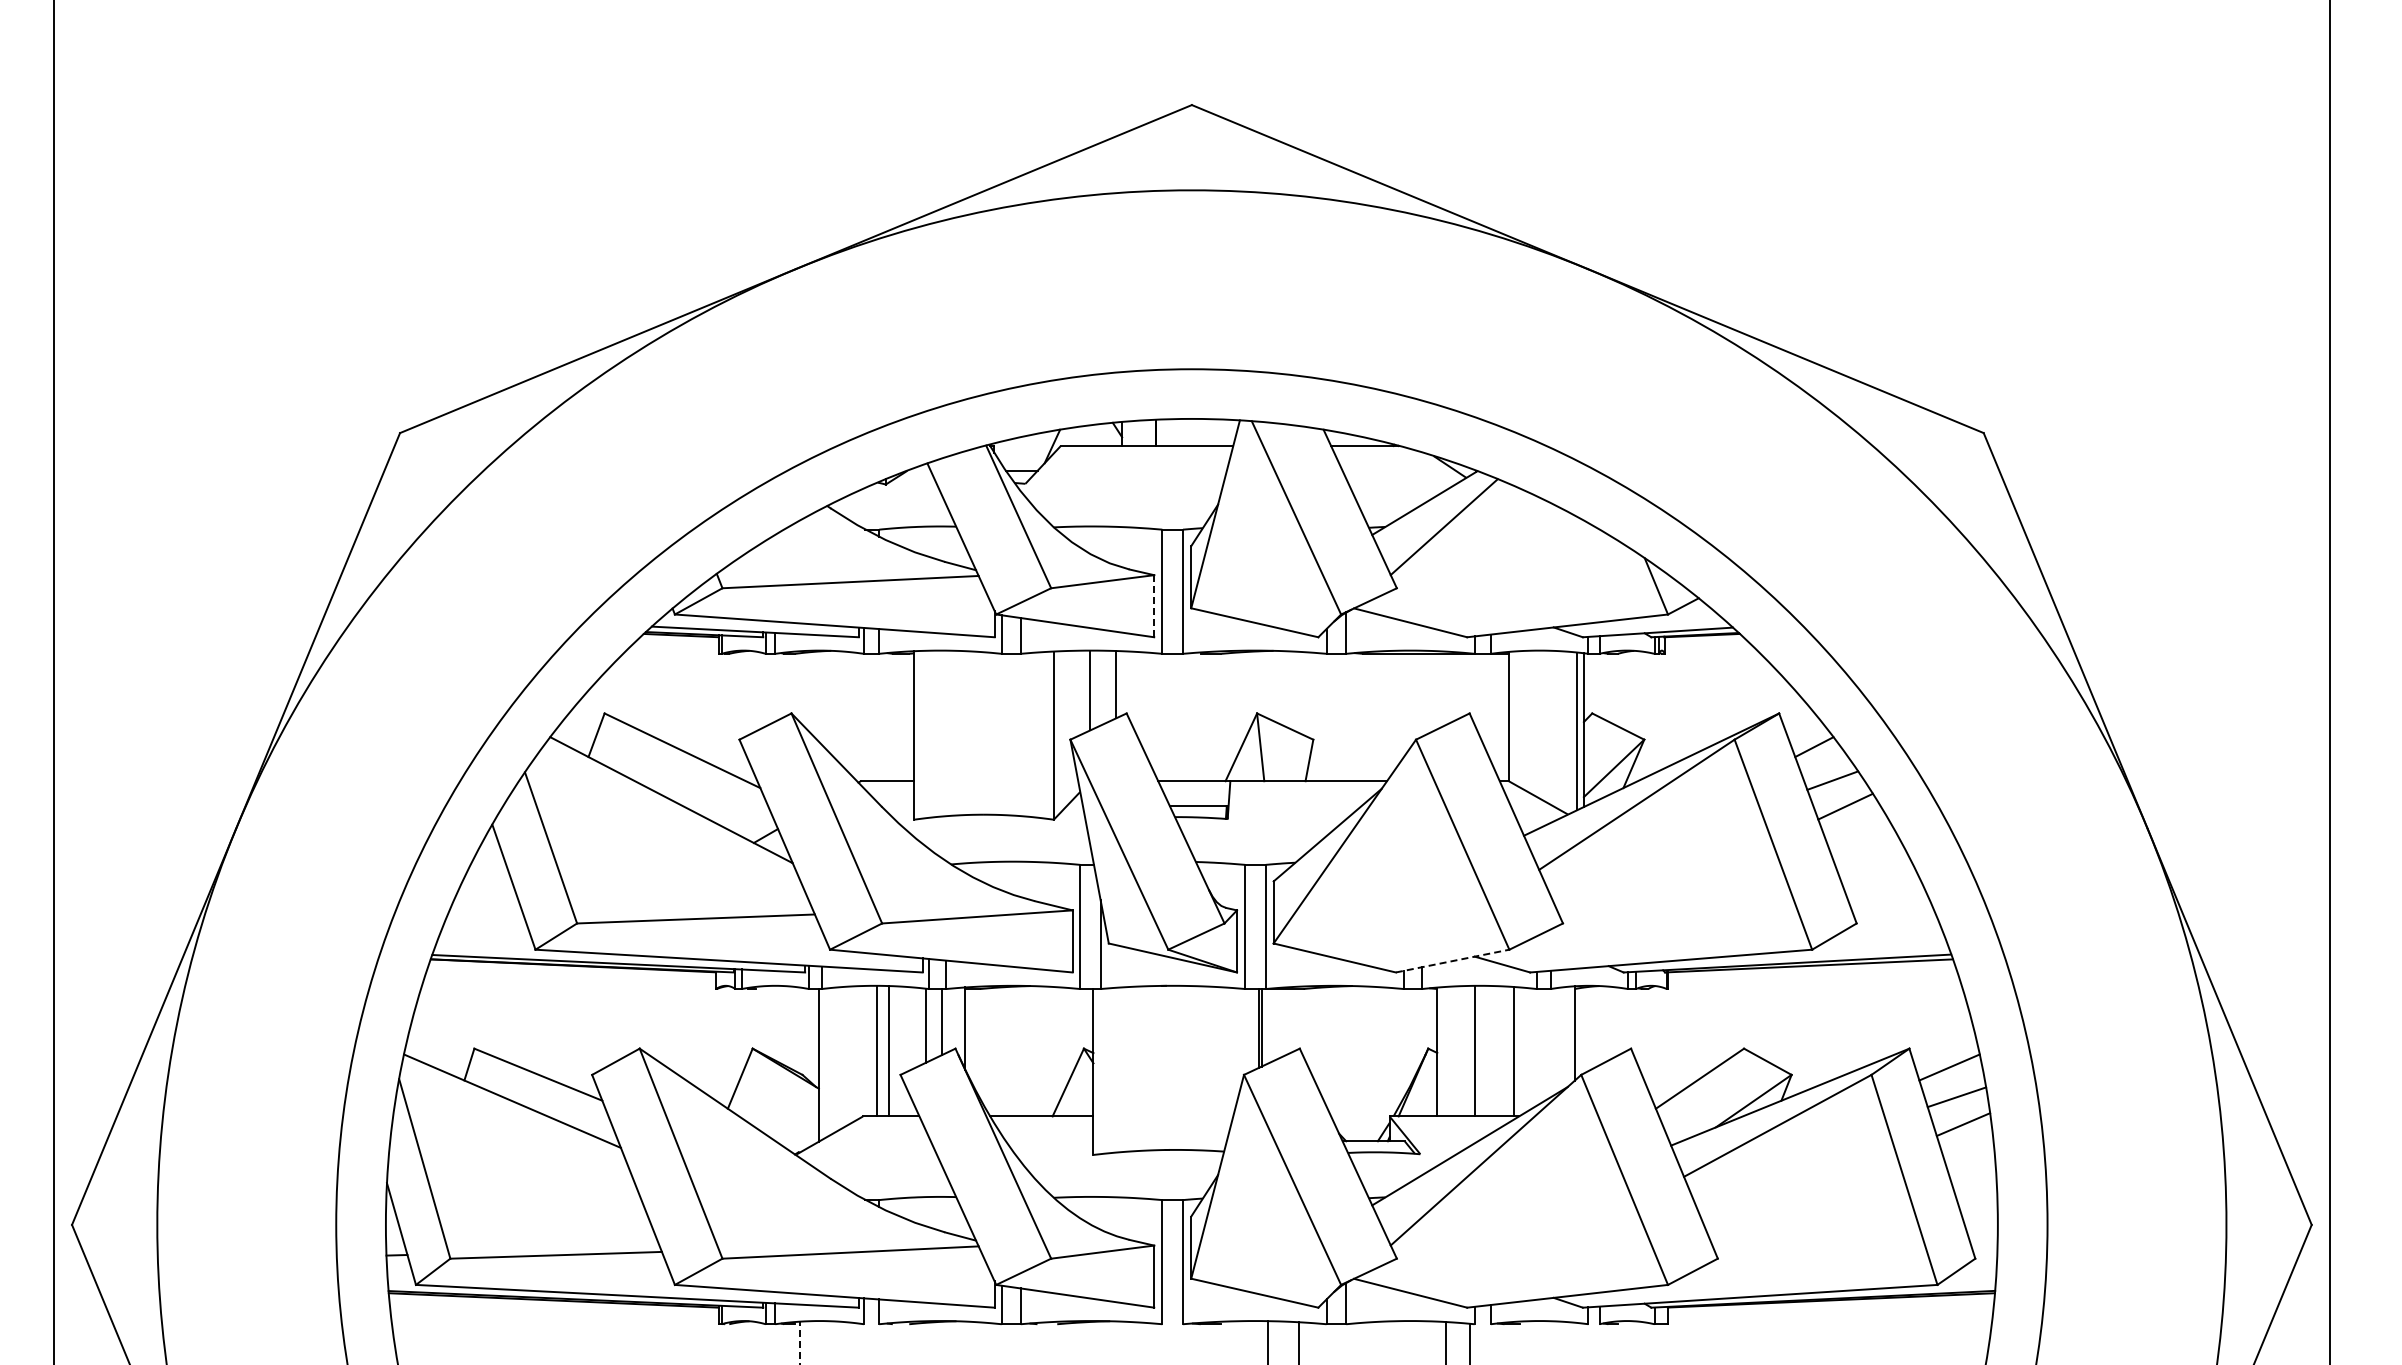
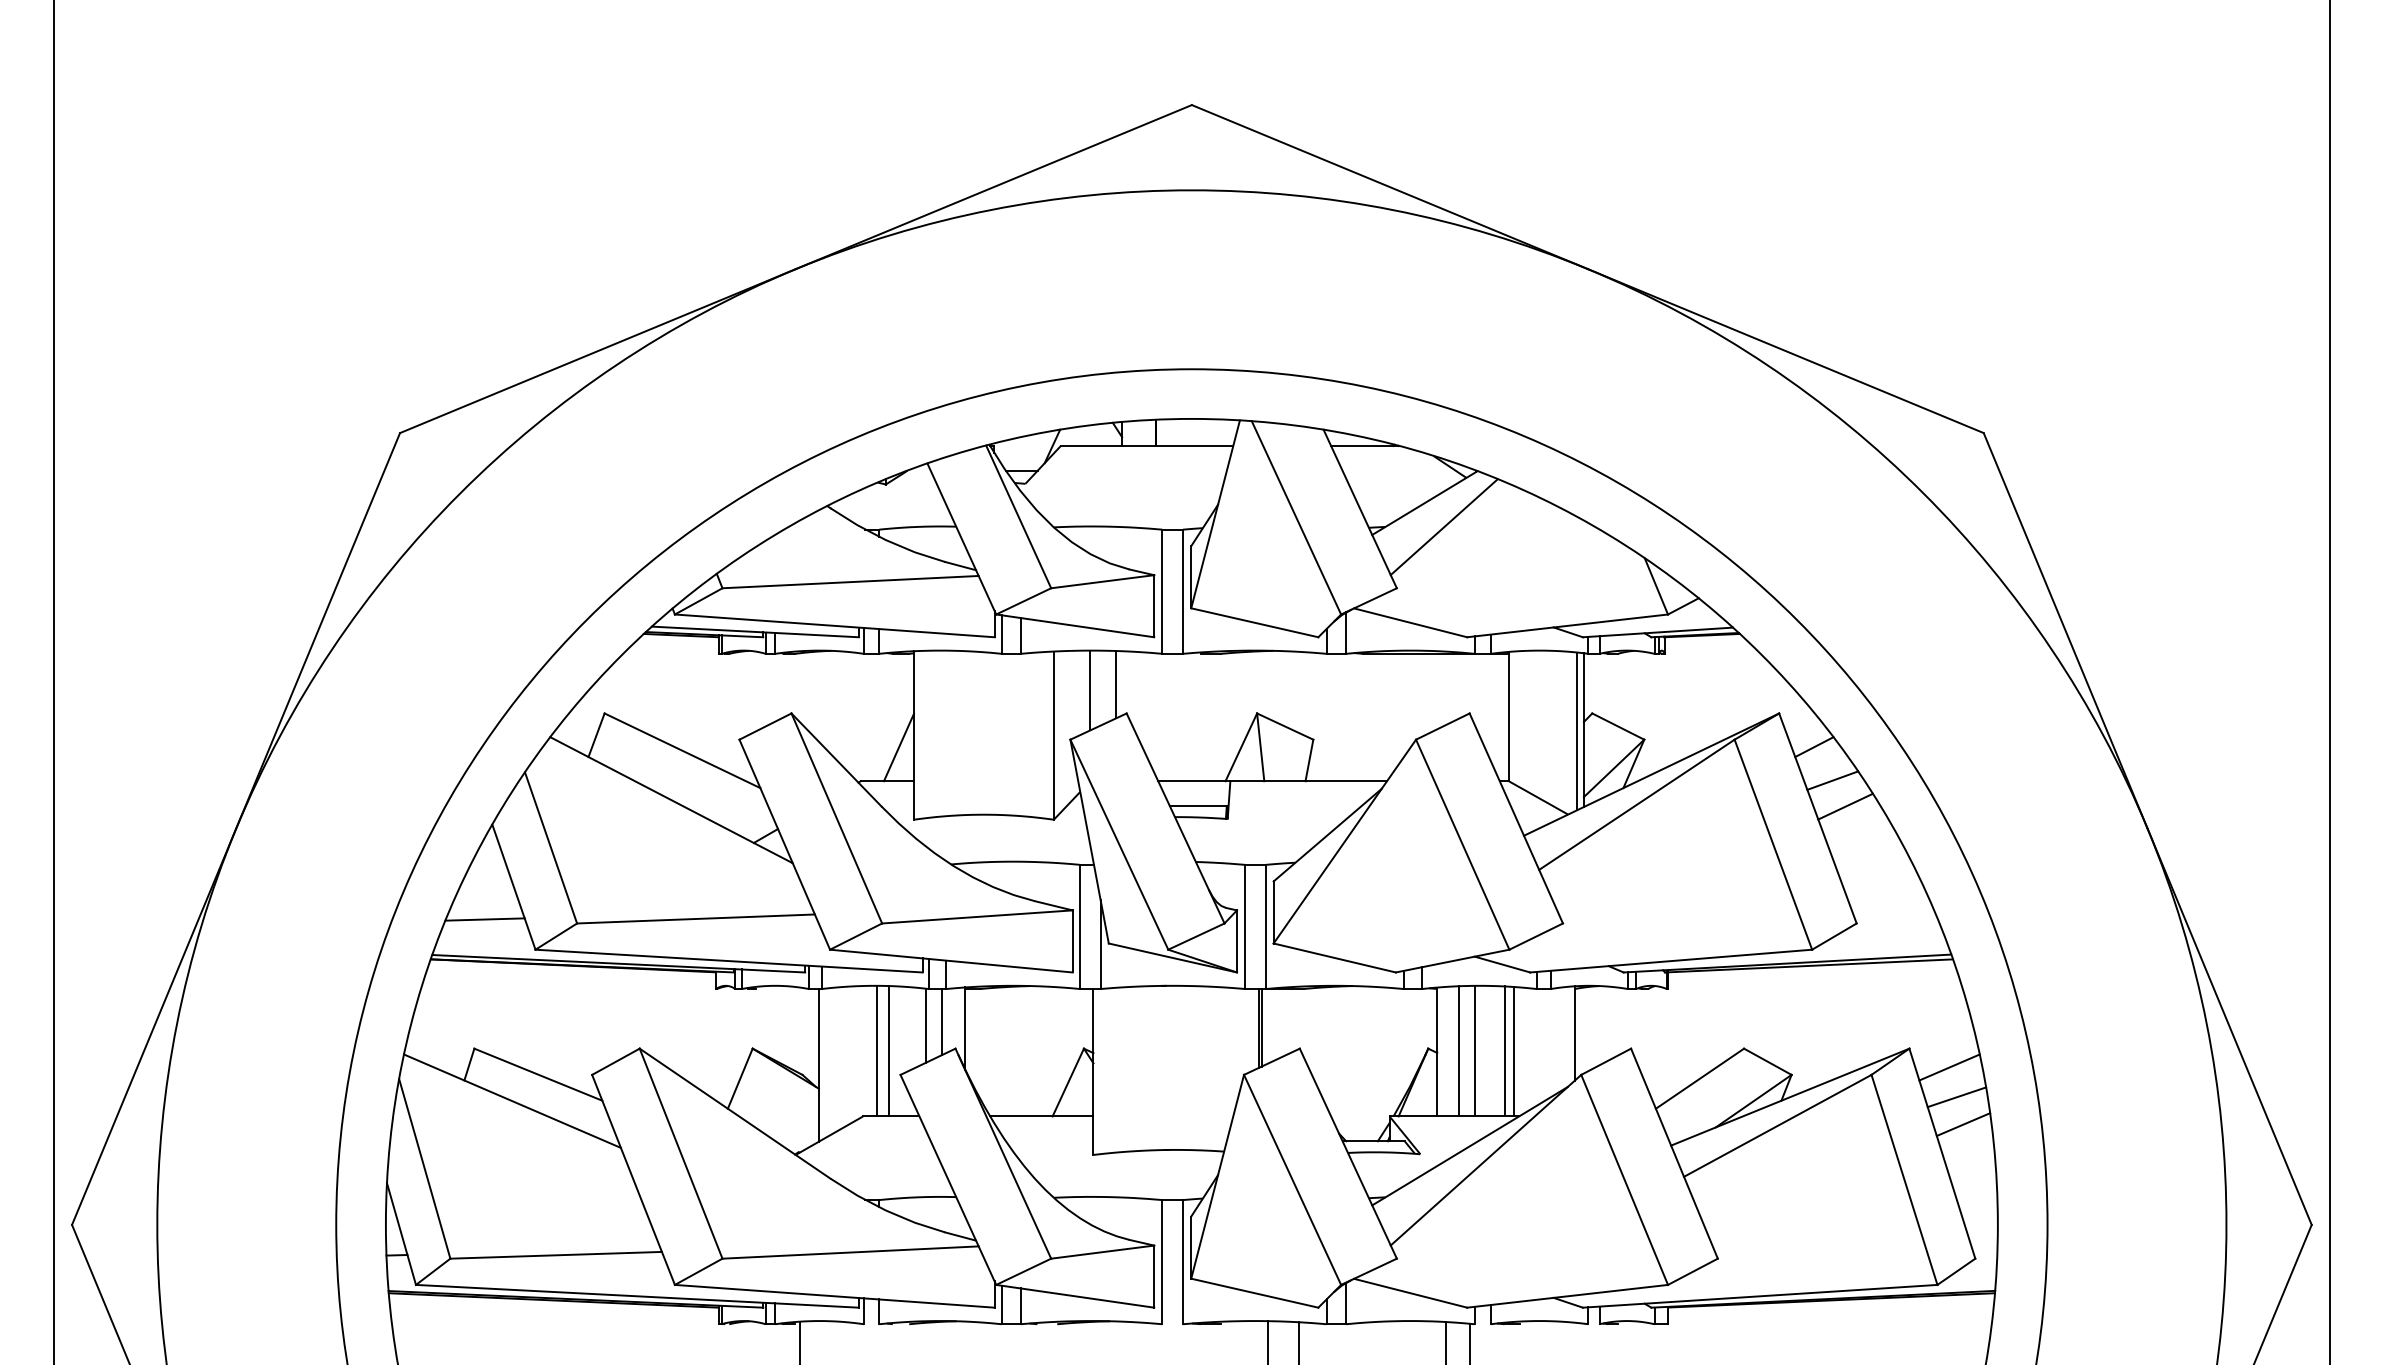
line at (1154, 605): dashed -> solid
line at (899, 747): none -> present
line at (484, 919): none -> present
line at (1452, 961): dashed -> solid
line at (1458, 1051): none -> present
line at (1504, 1051): none -> present
line at (799, 1342): dashed -> solid
